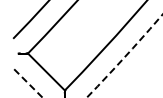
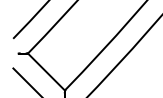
arc at (126, 55): dashed -> solid
line at (27, 83): dashed -> solid
